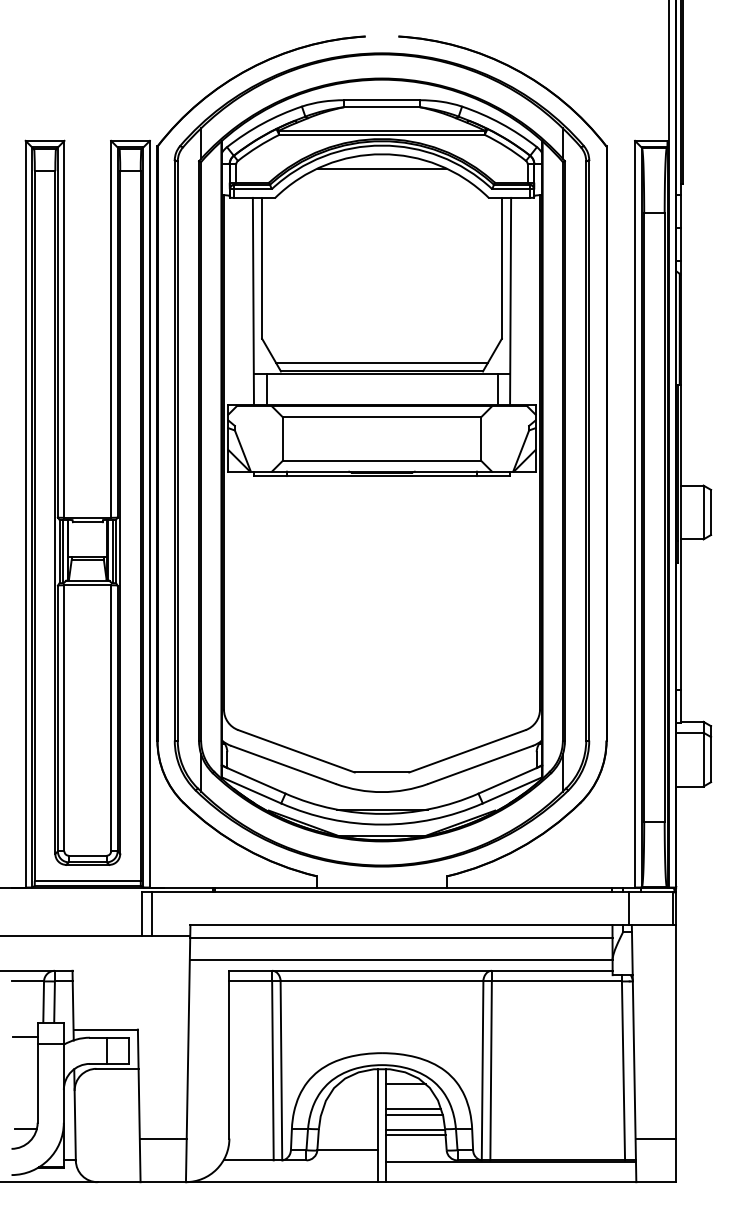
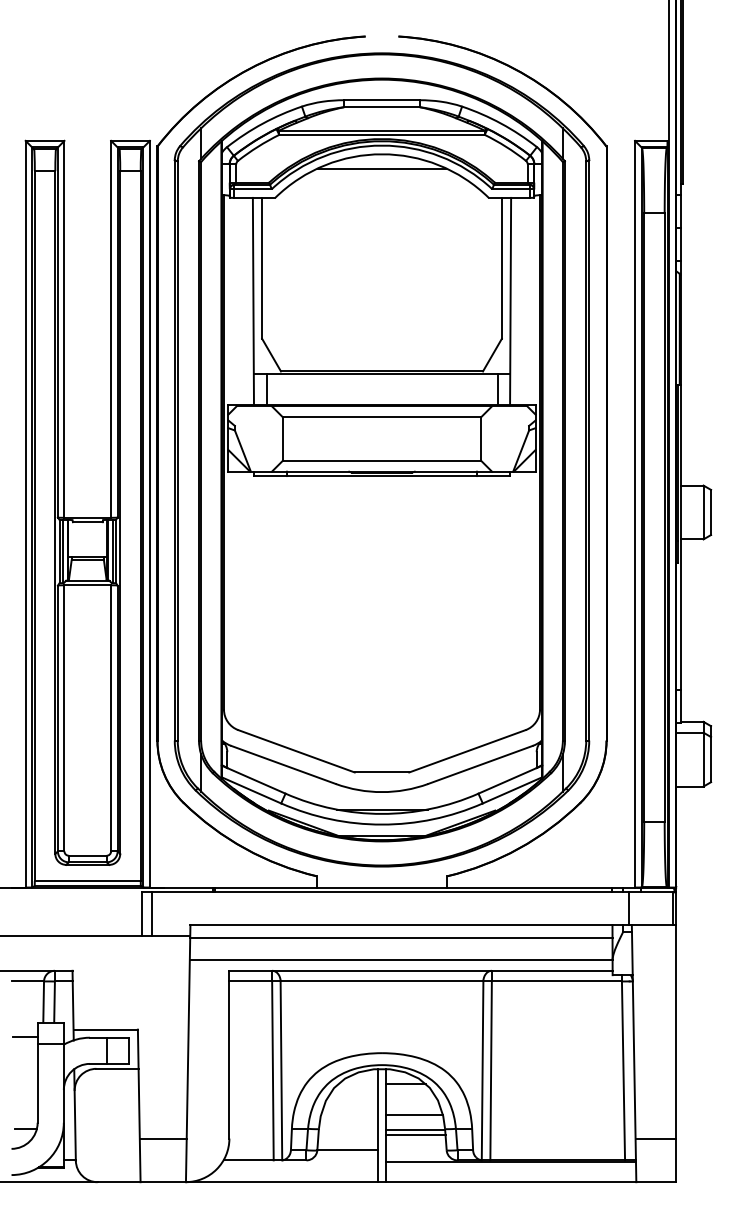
line at (381, 362): present -> none
line at (413, 1109): present -> none
